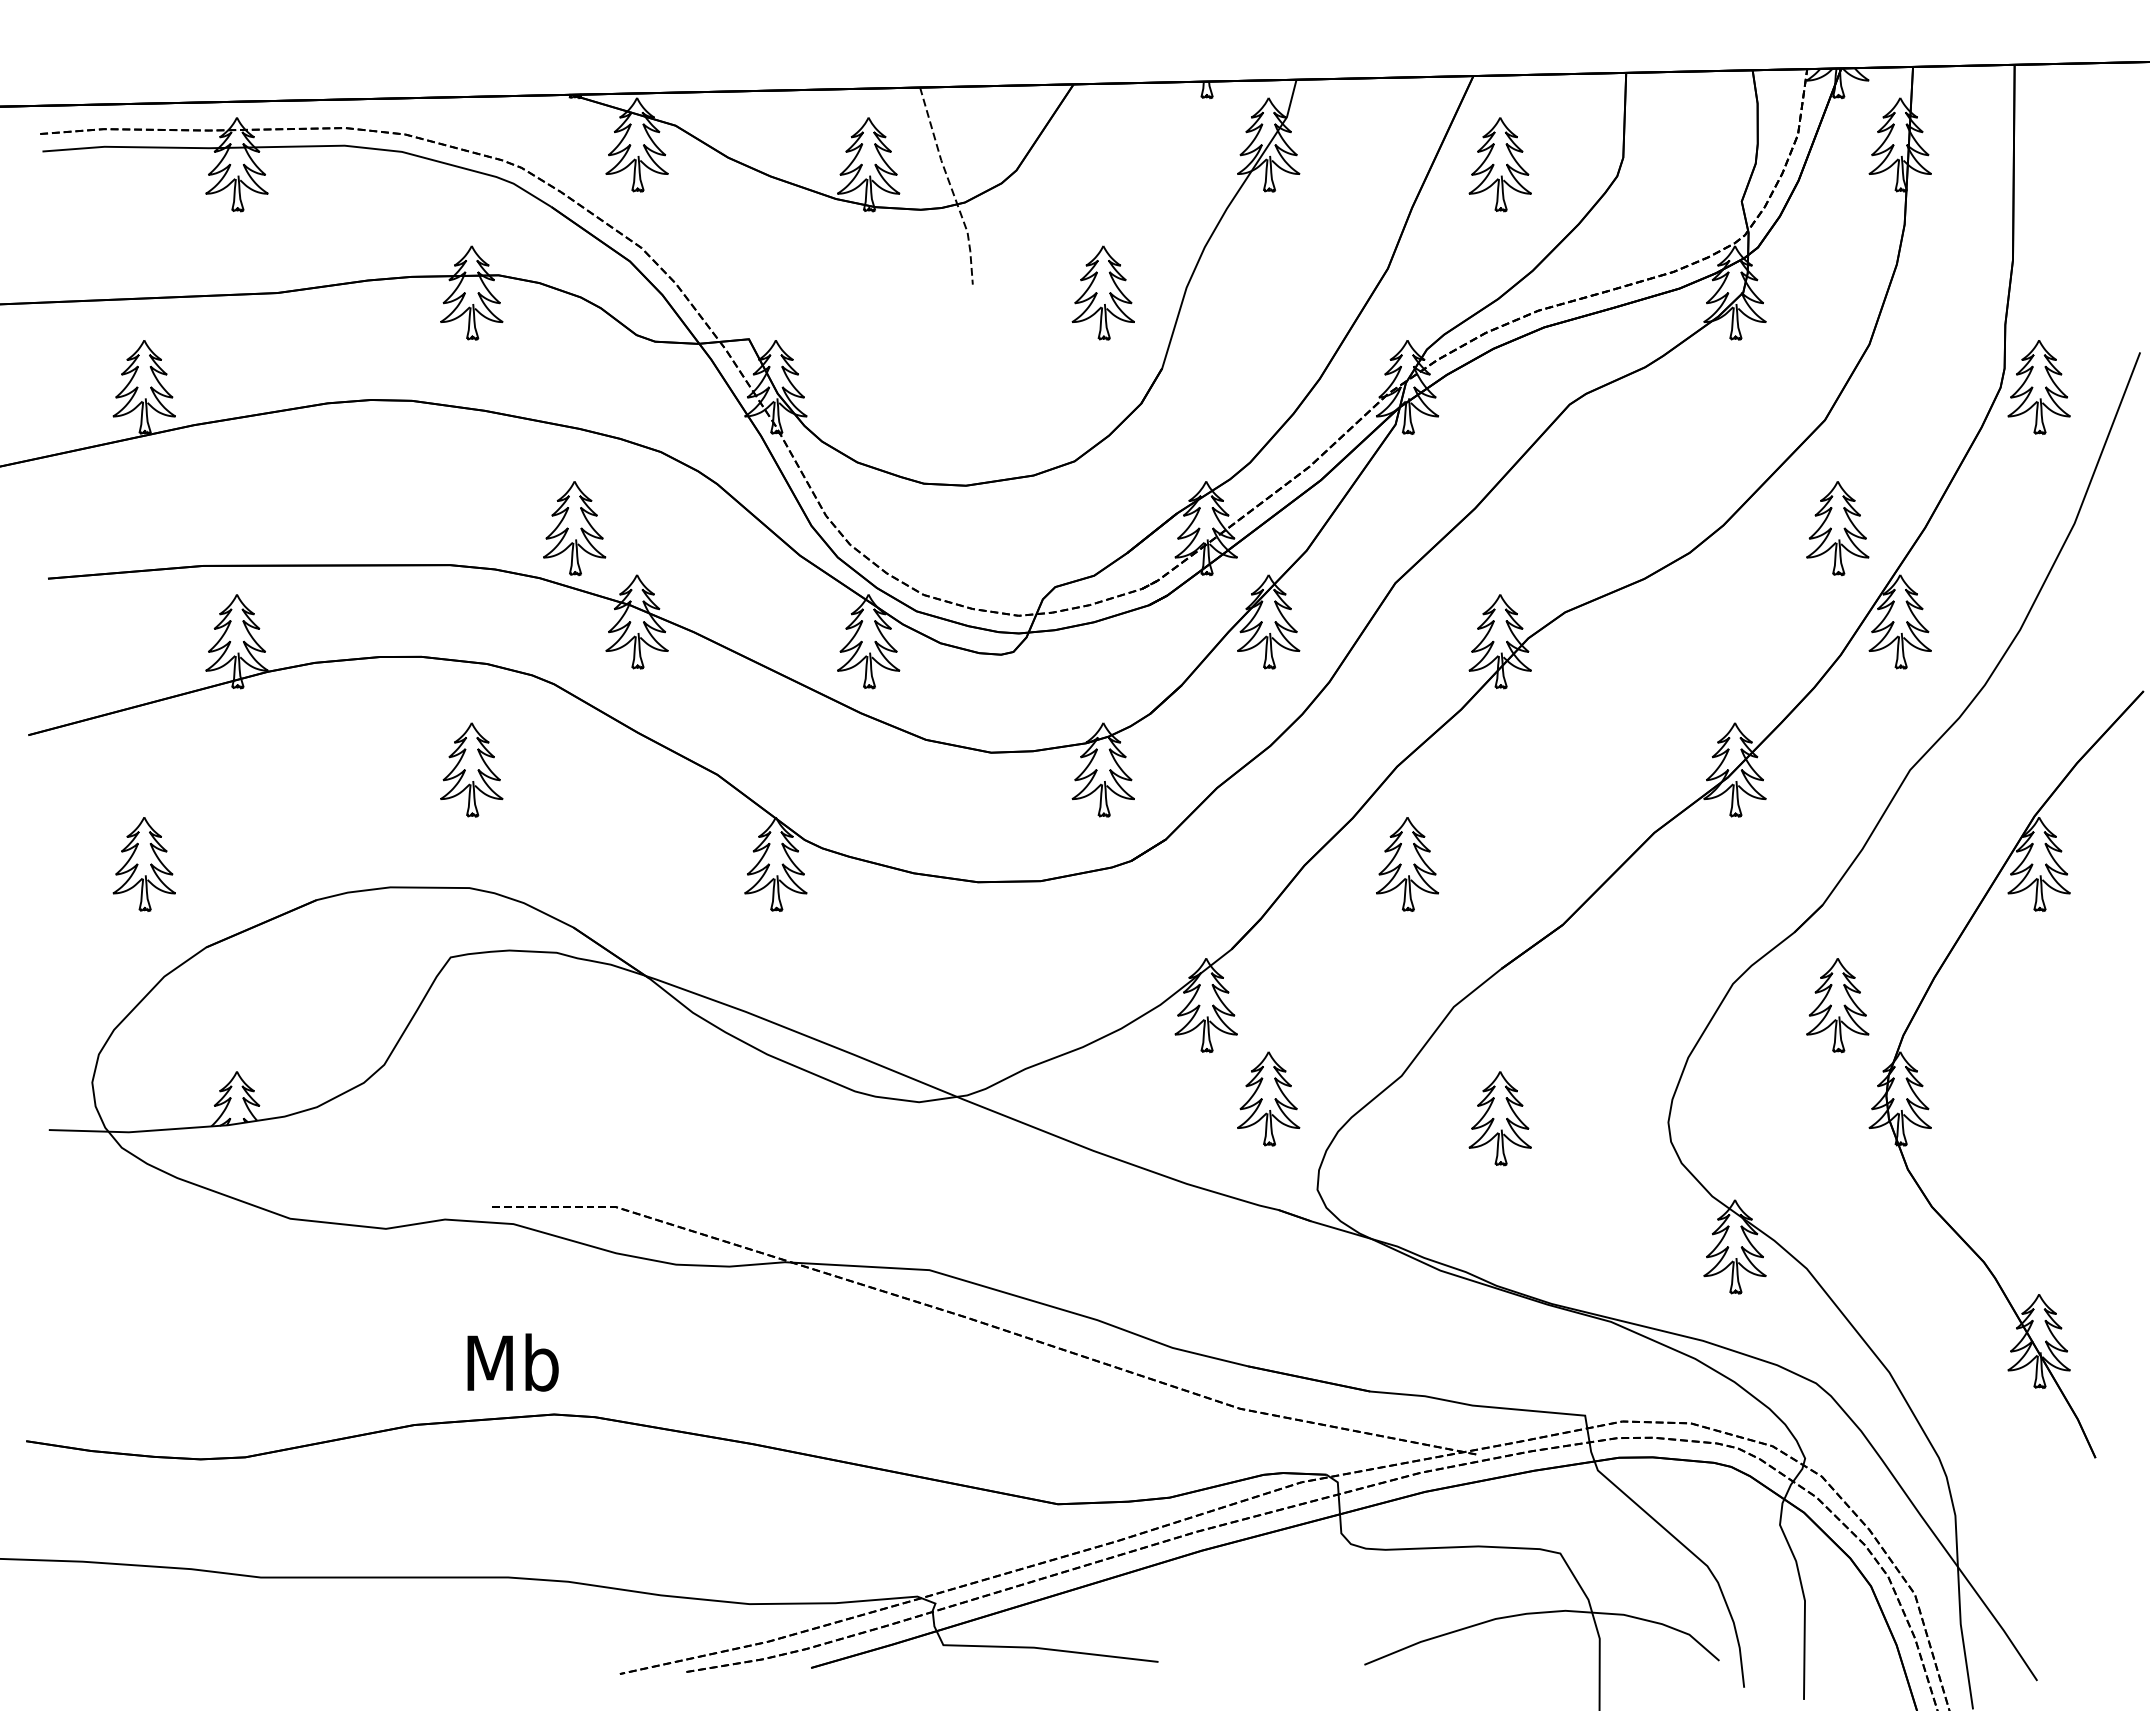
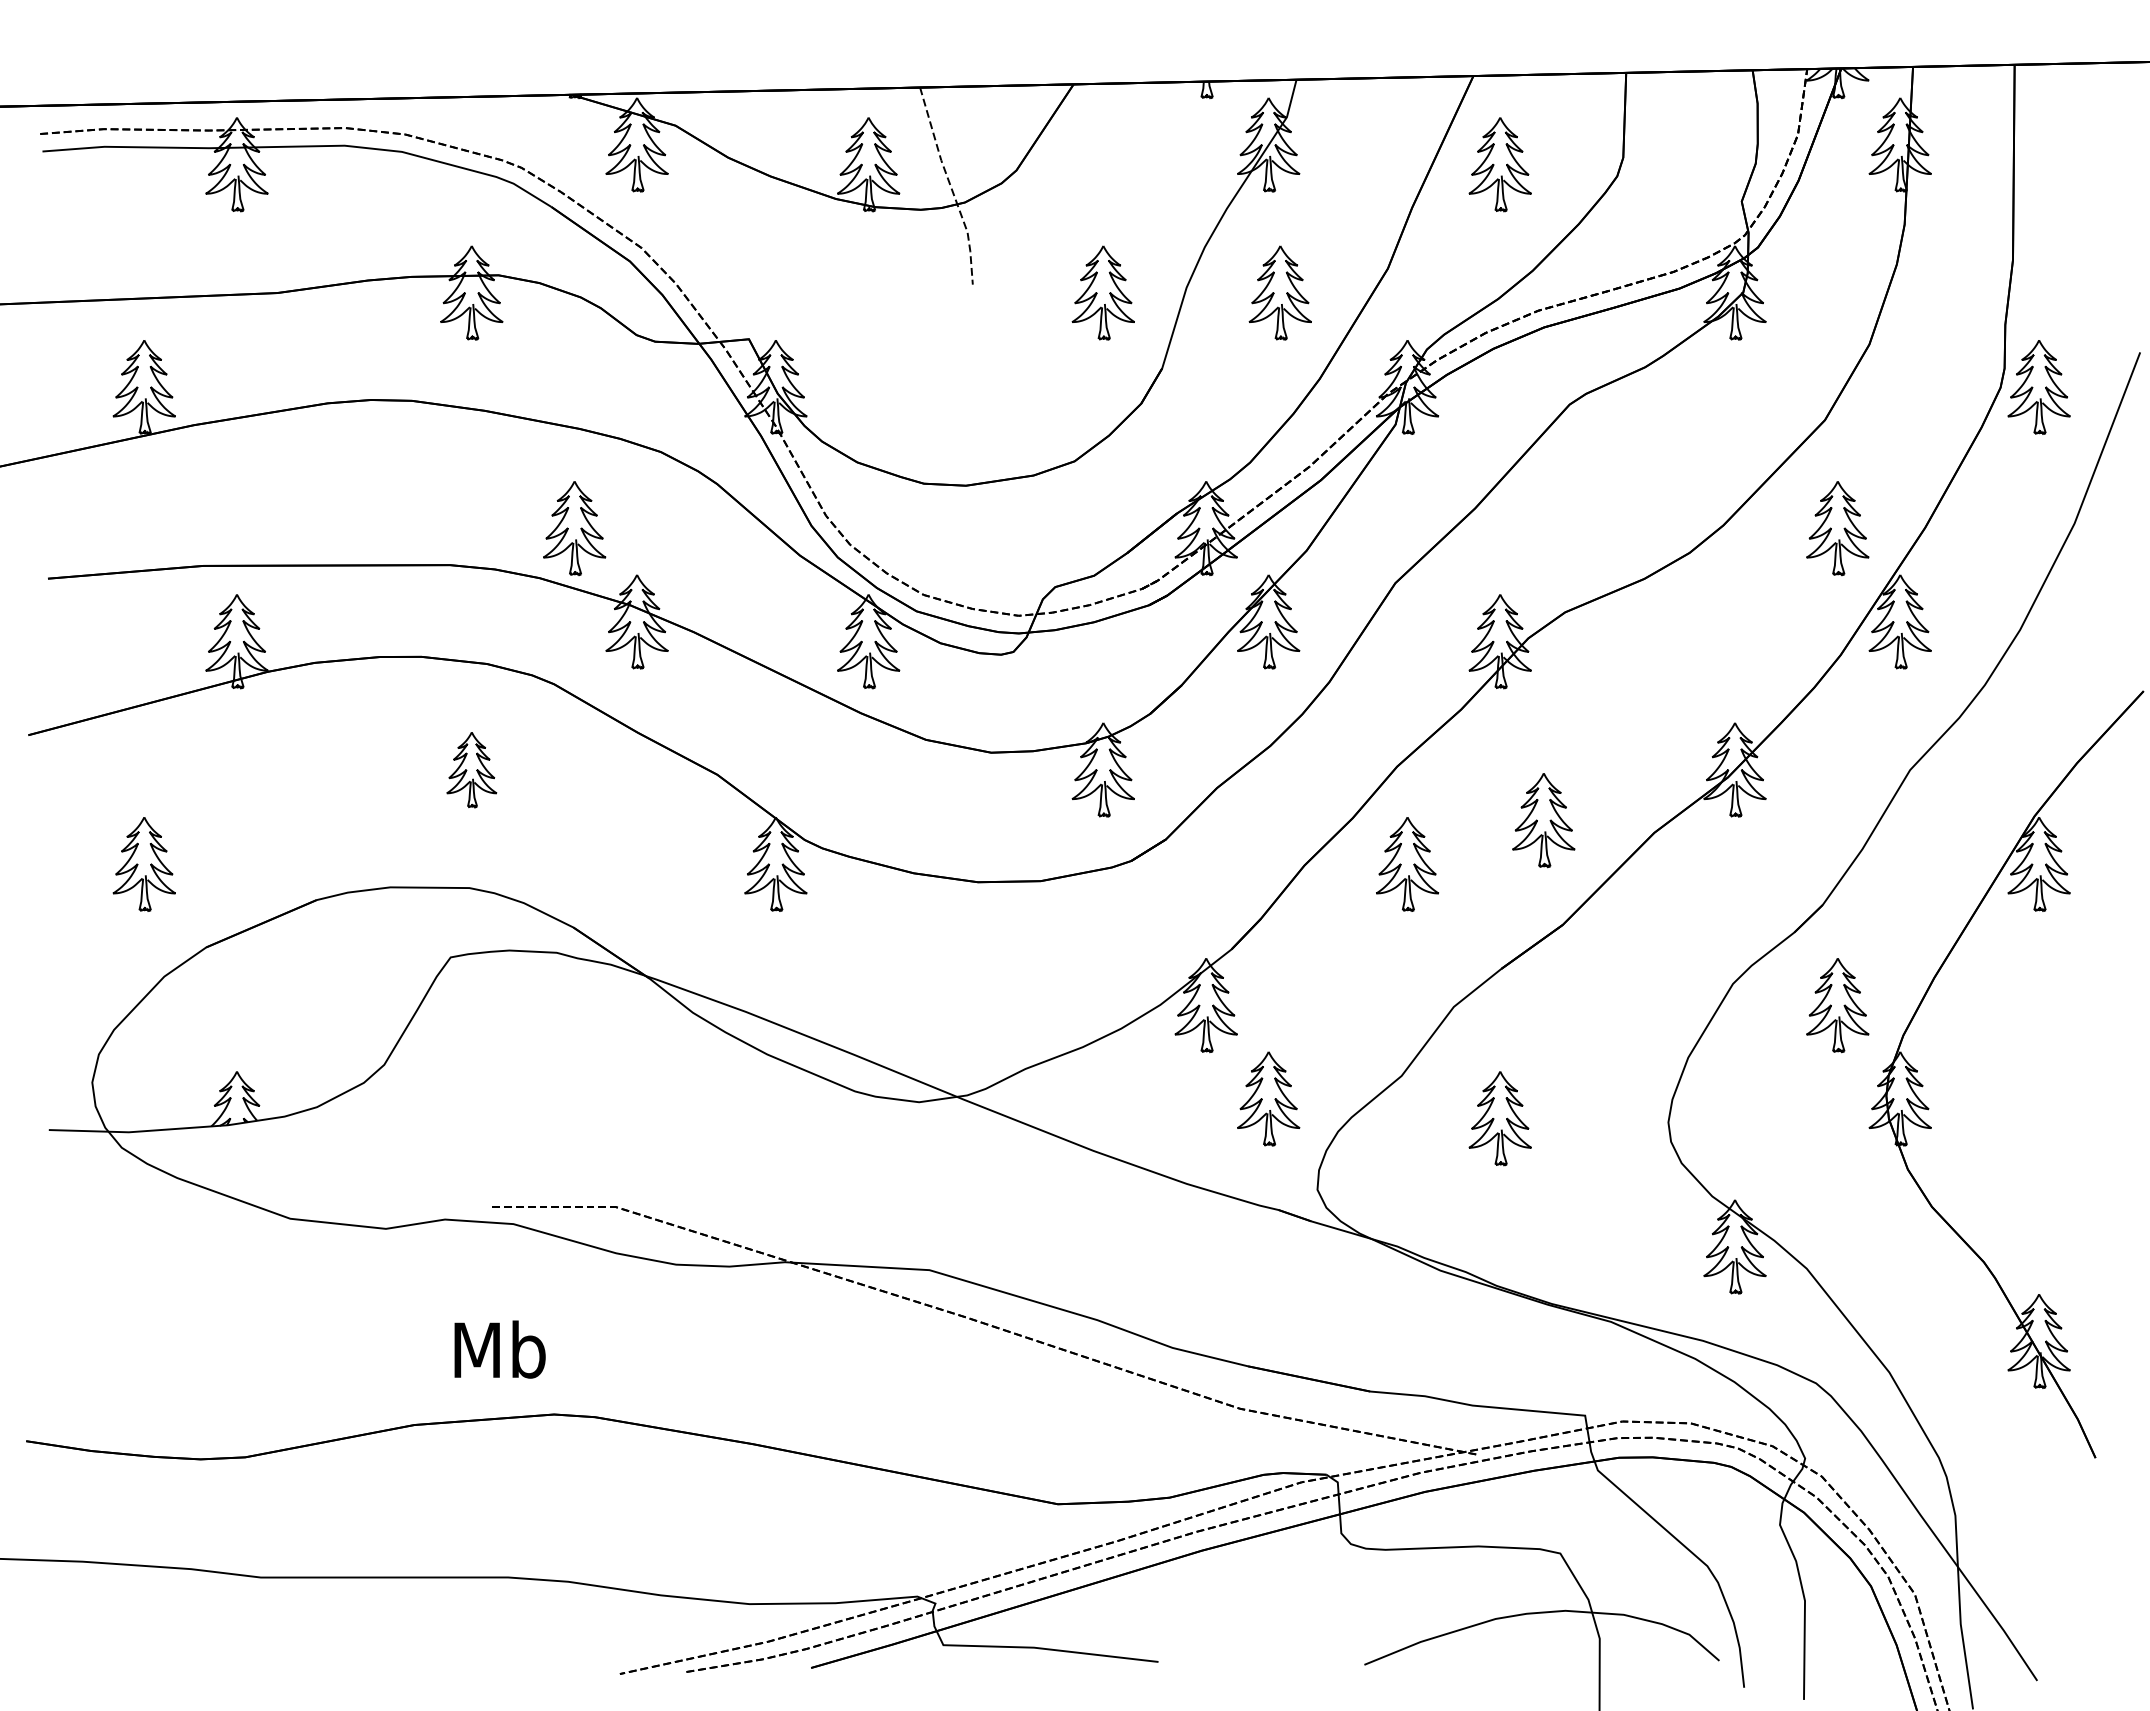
part at (1279, 292): none -> present
part at (471, 769) size: 64x96 px -> 52x77 px
part at (1543, 820): none -> present
text at (512, 1362) position: (512, 1362) -> (499, 1349)
